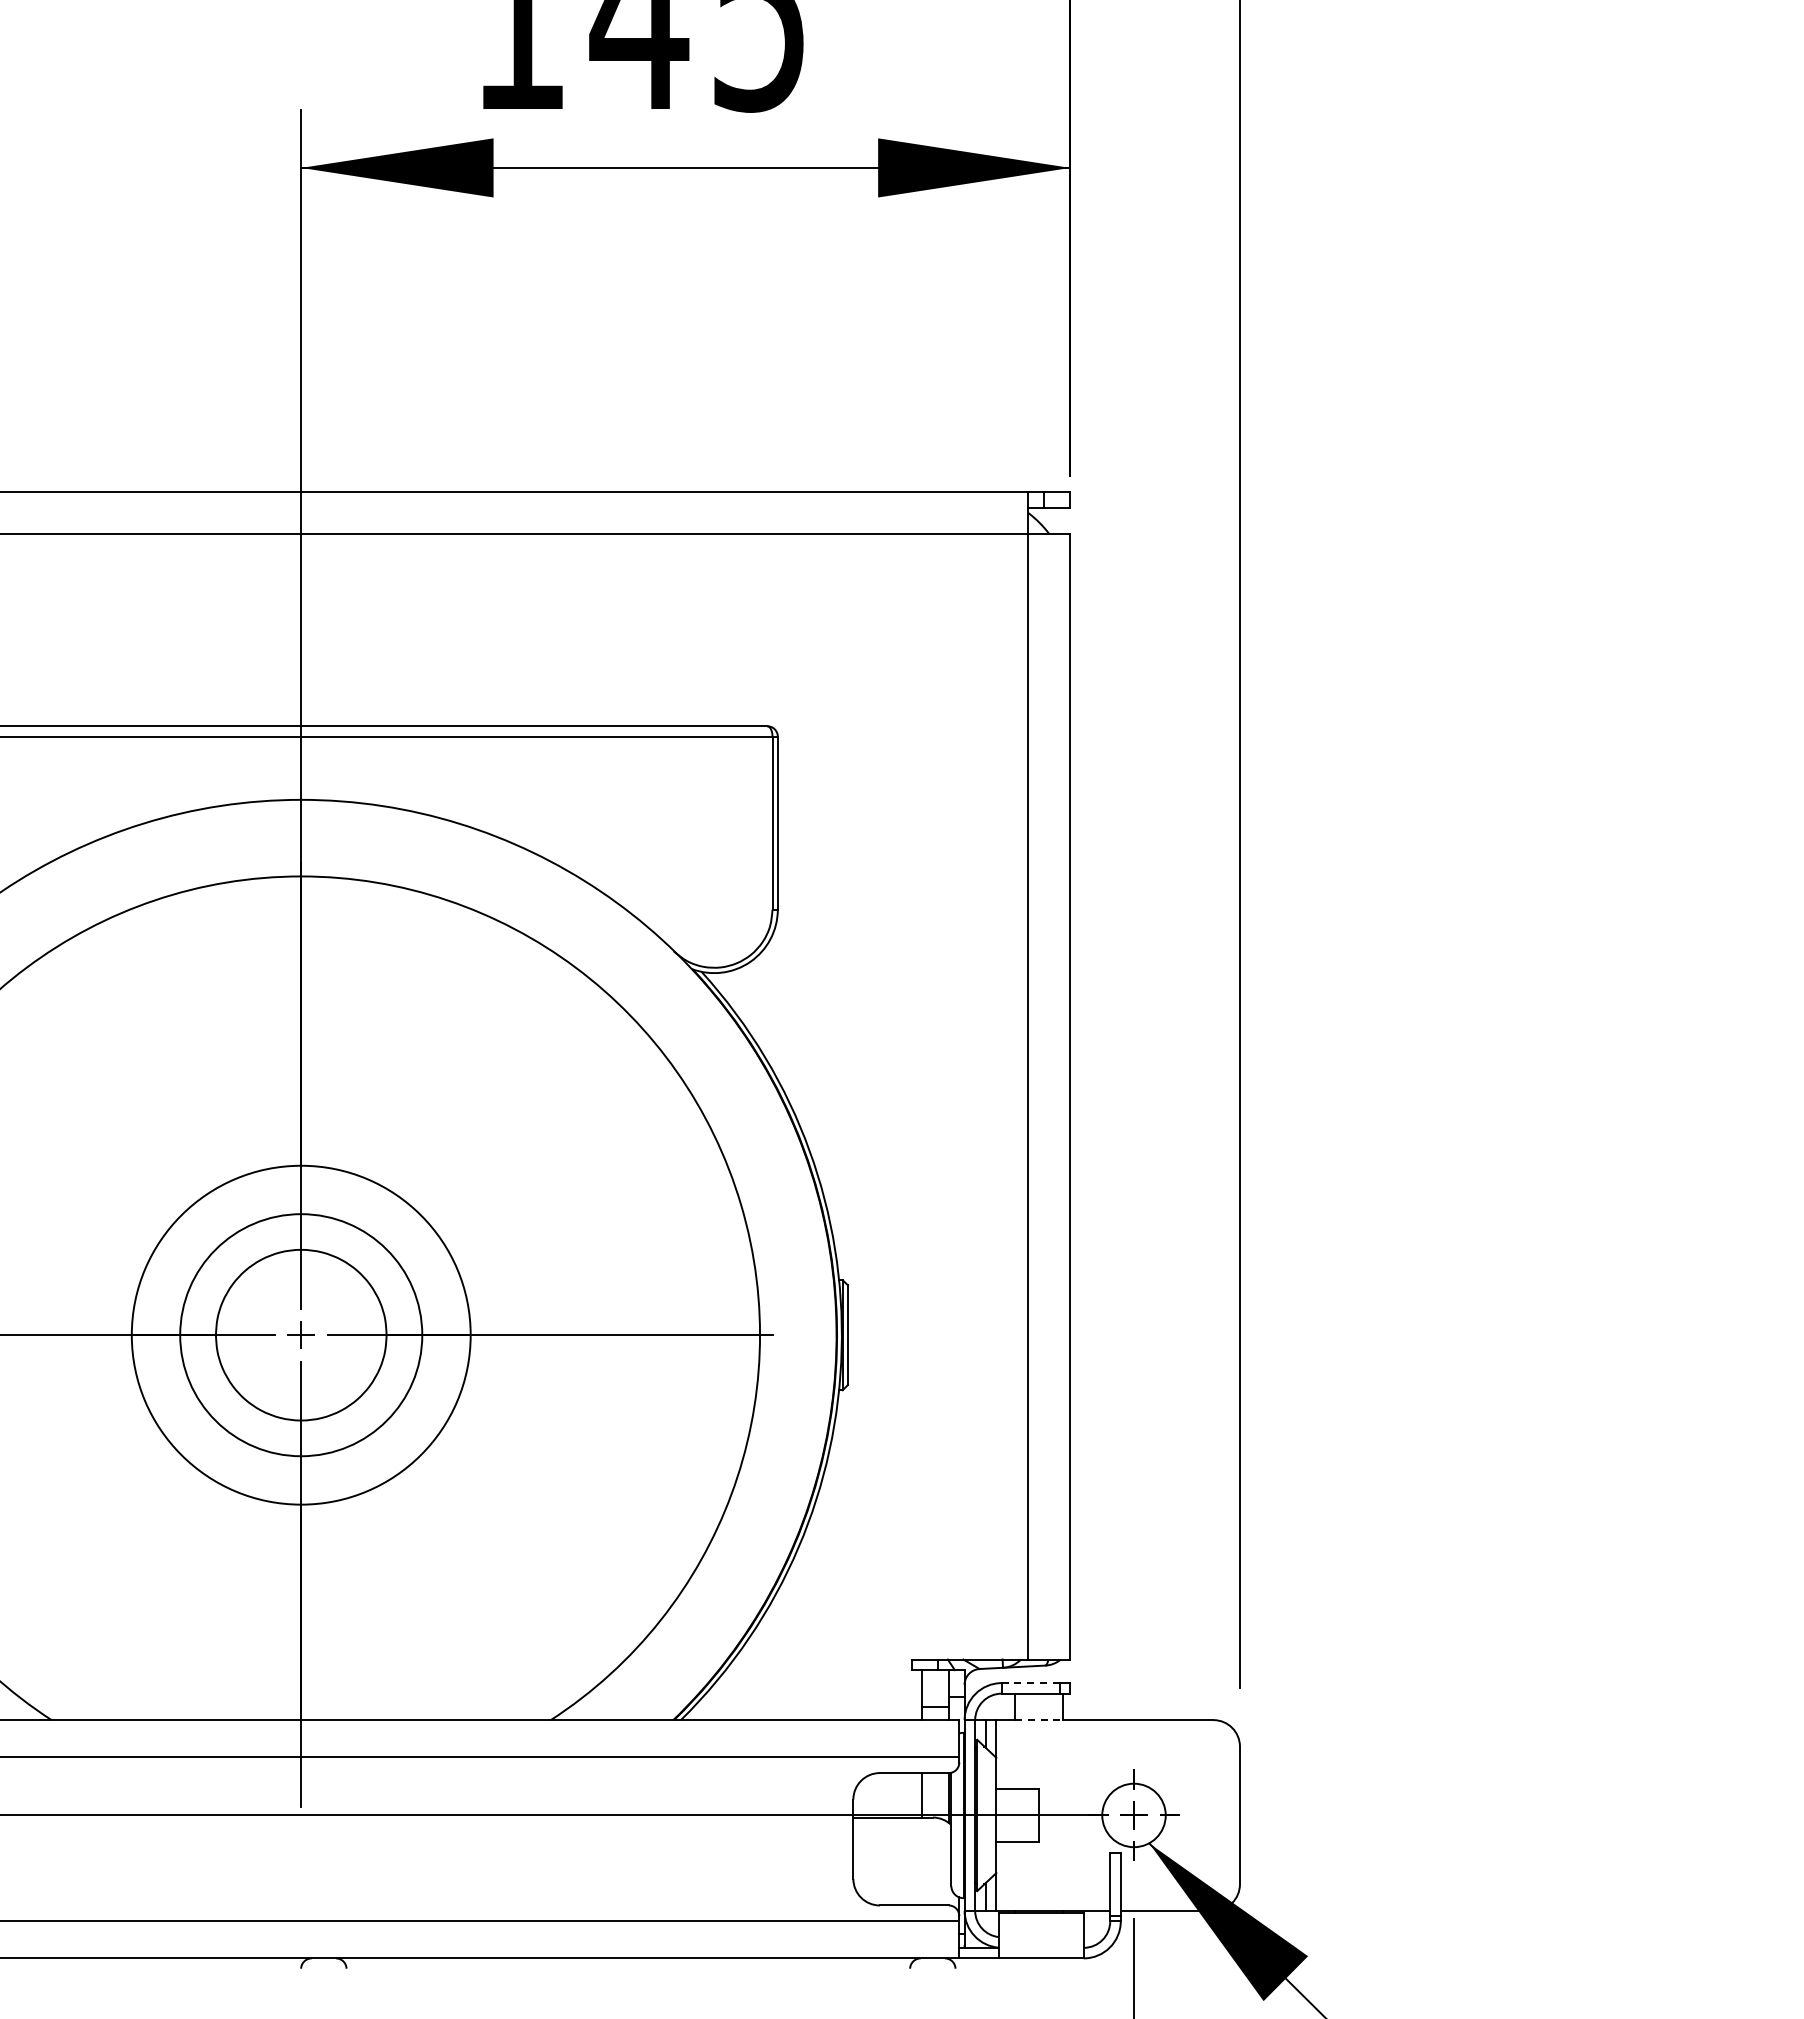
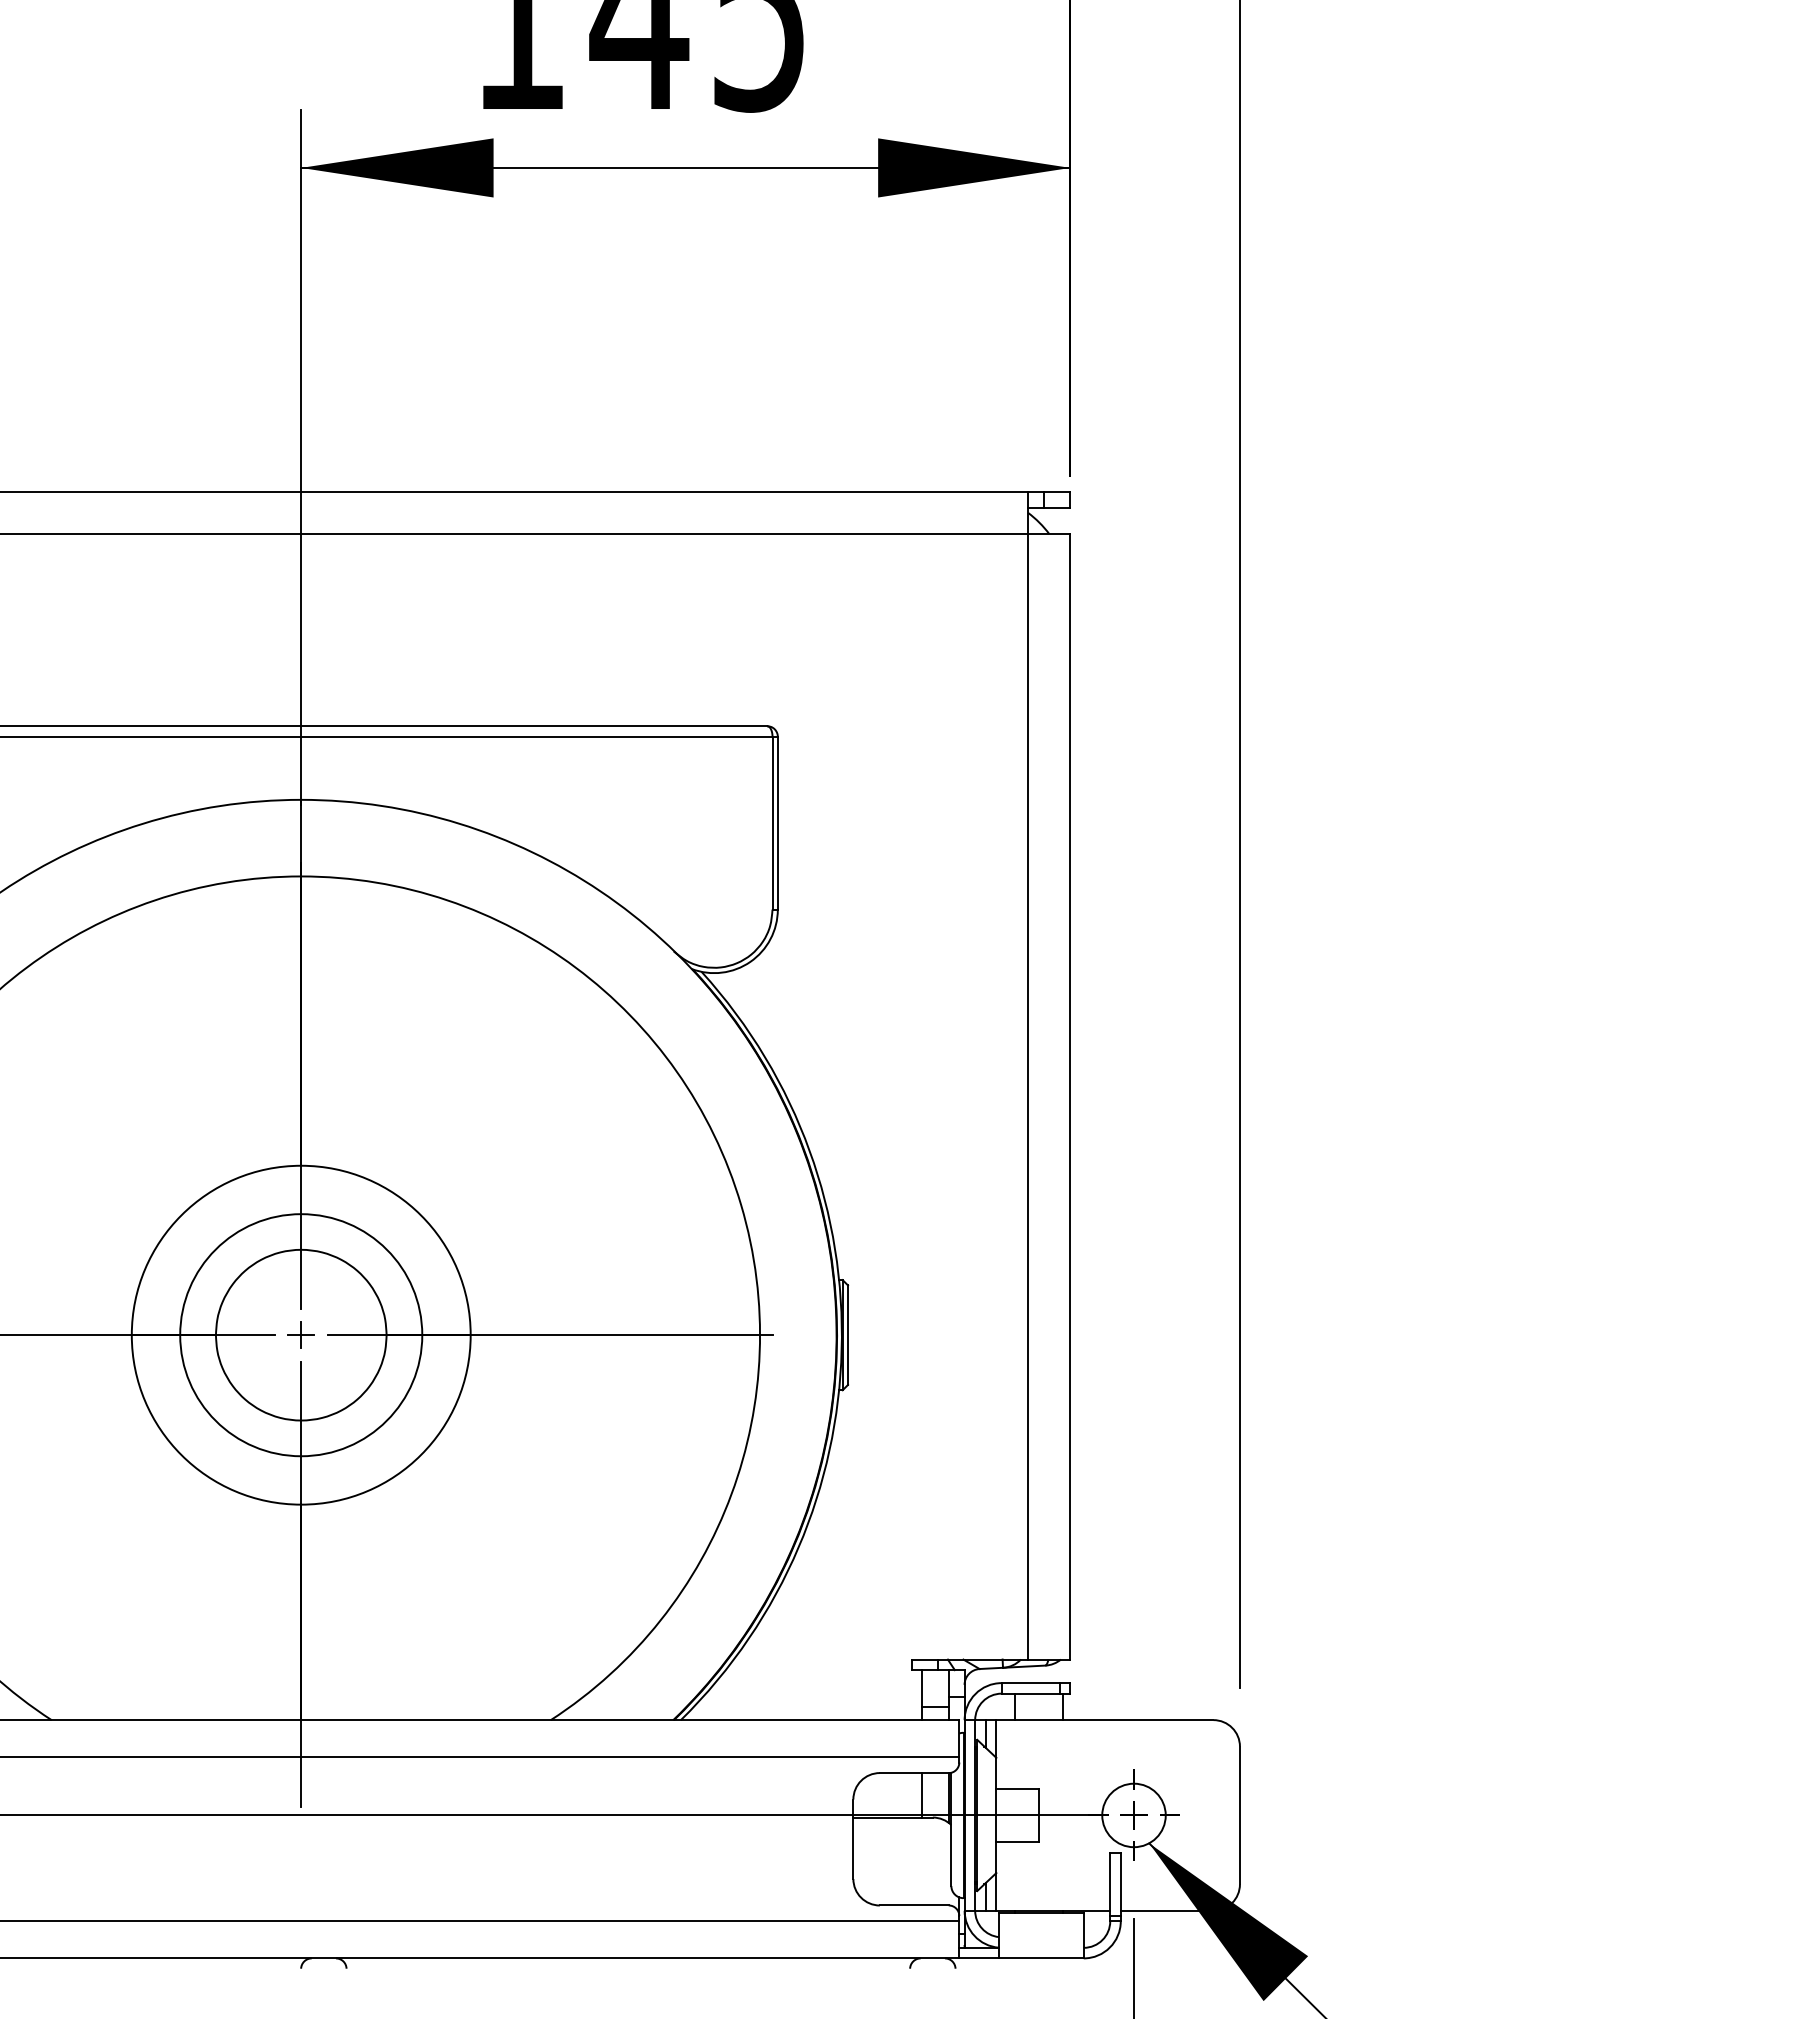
line at (1030, 1683): dashed -> solid
line at (1038, 1720): dashed -> solid
